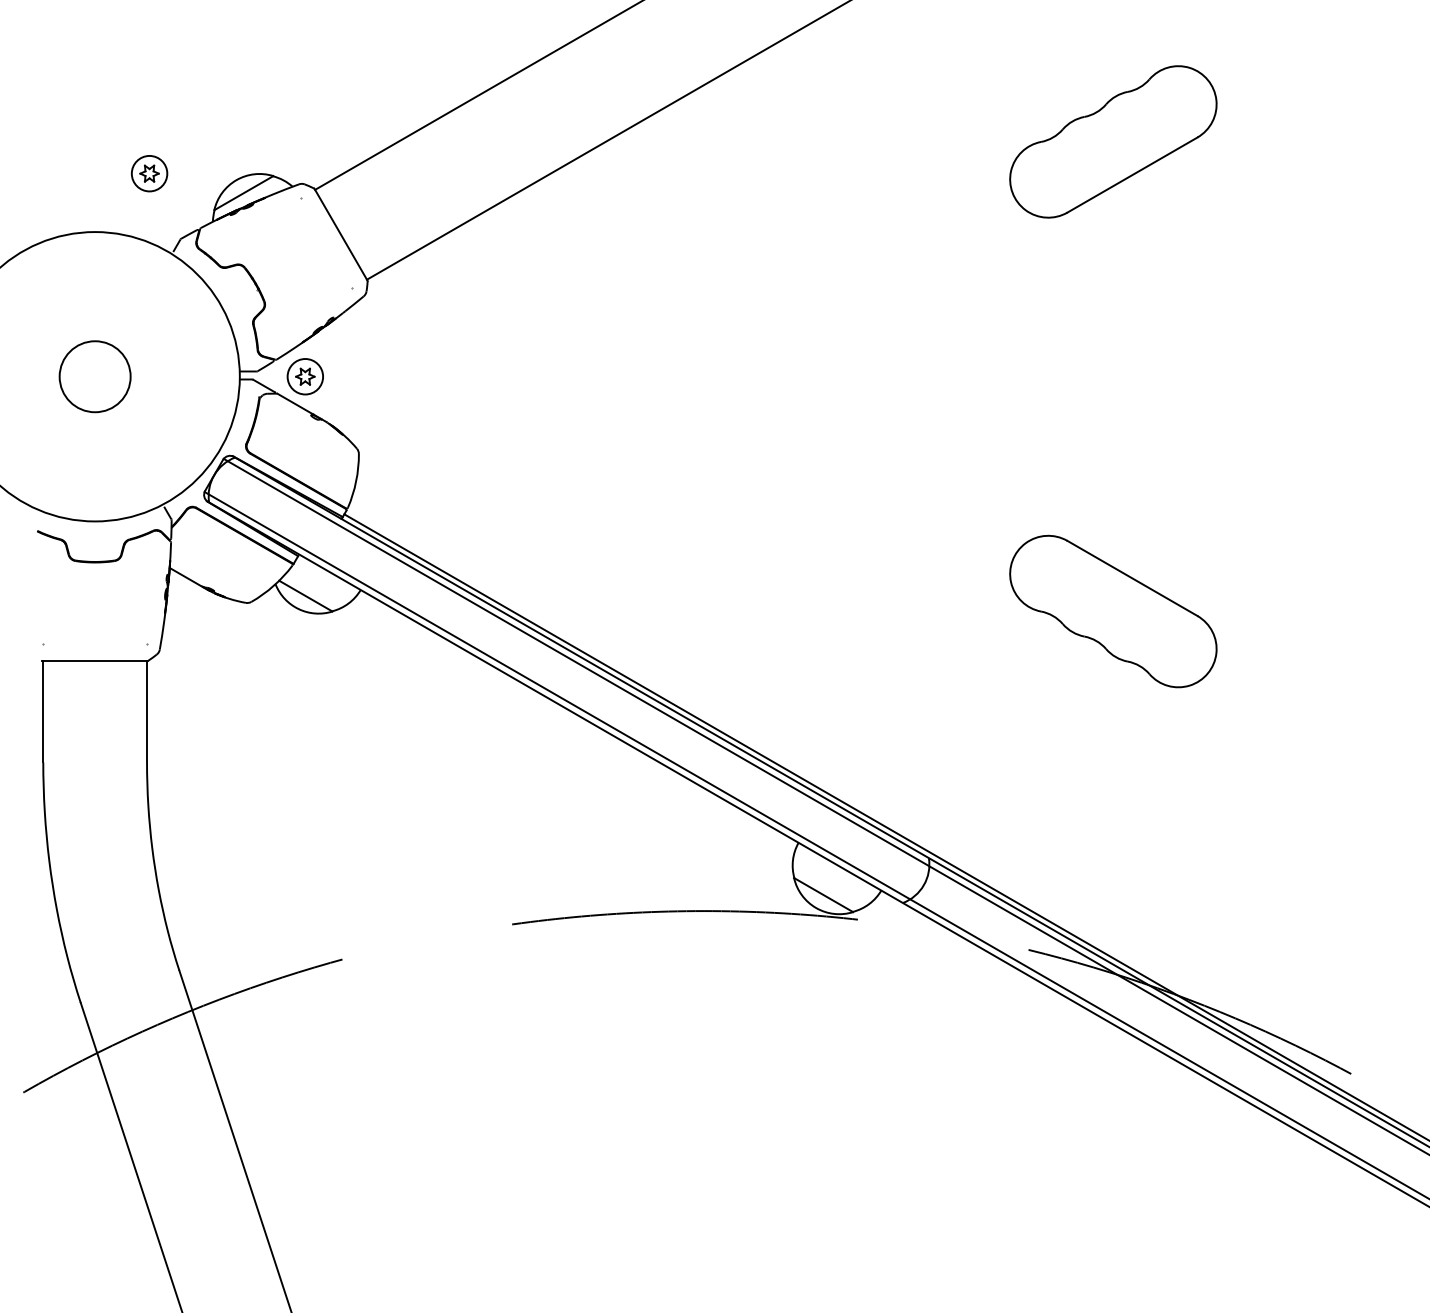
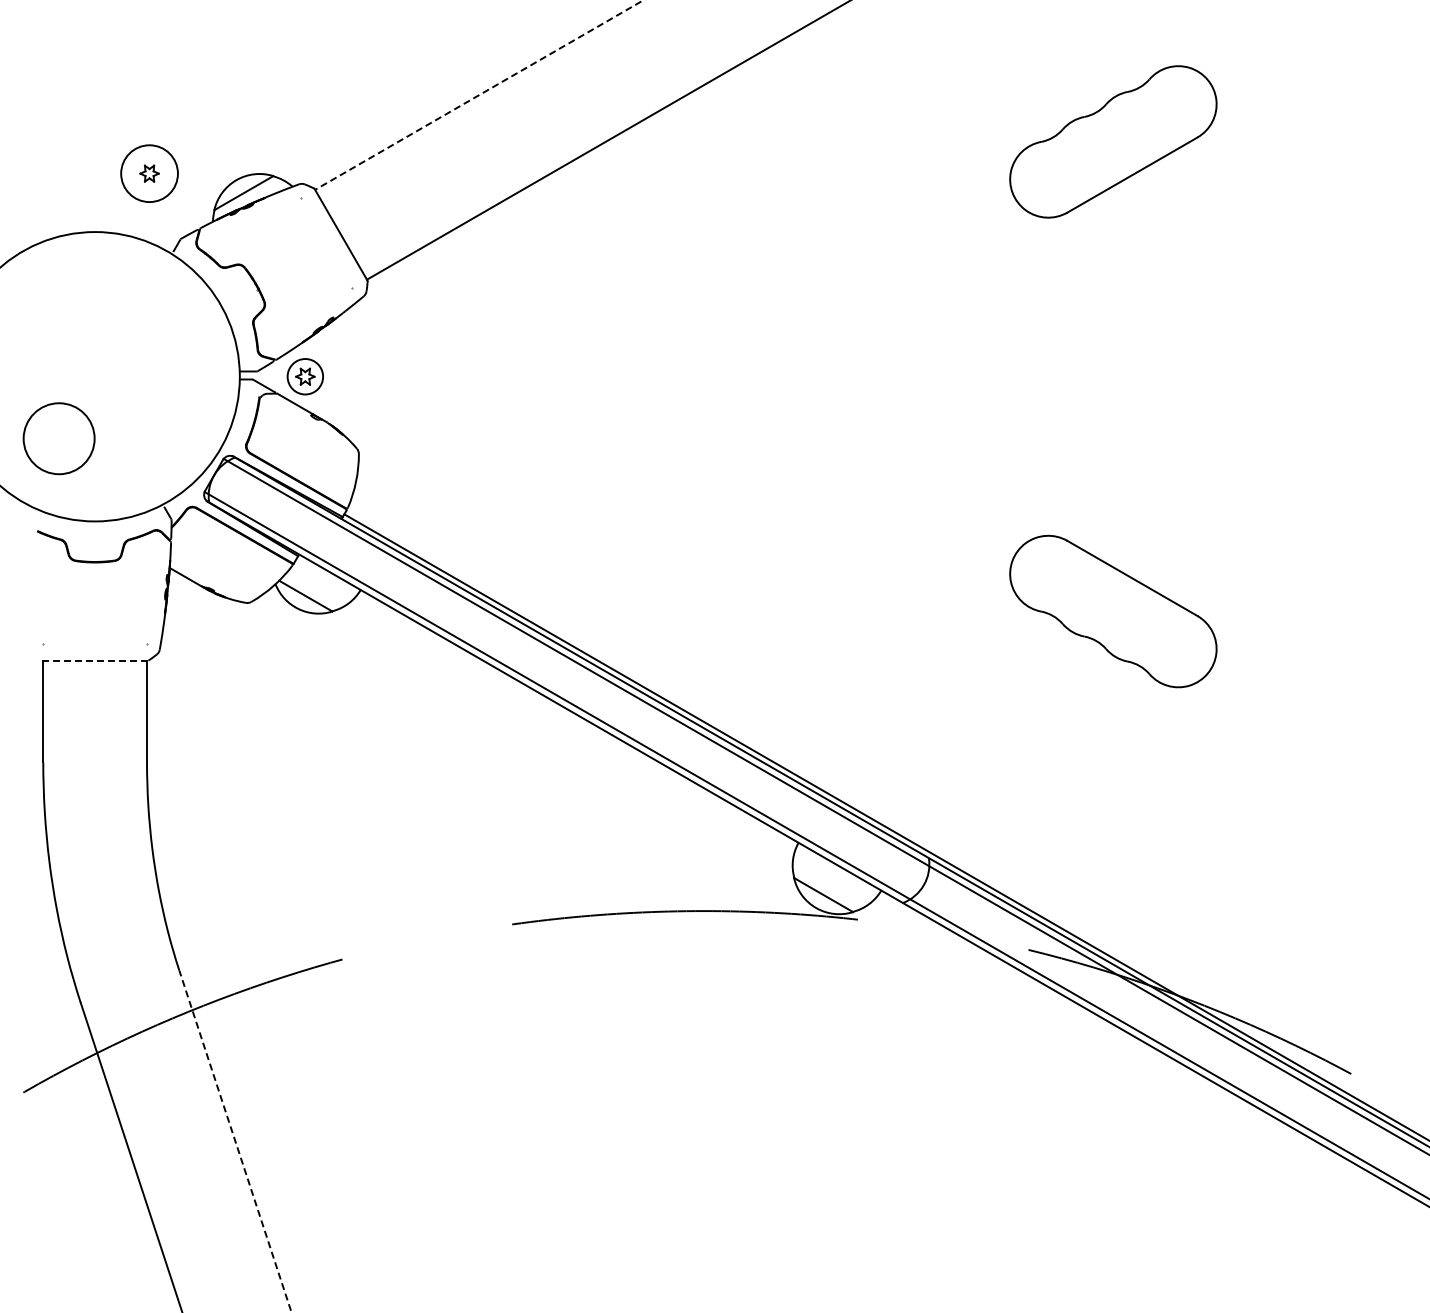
line at (478, 95): solid -> dashed
circle at (149, 173) diameter: 35 px -> 57 px
circle at (94, 376) position: (94, 376) -> (58, 438)
line at (95, 660): solid -> dashed
line at (235, 1141): solid -> dashed
